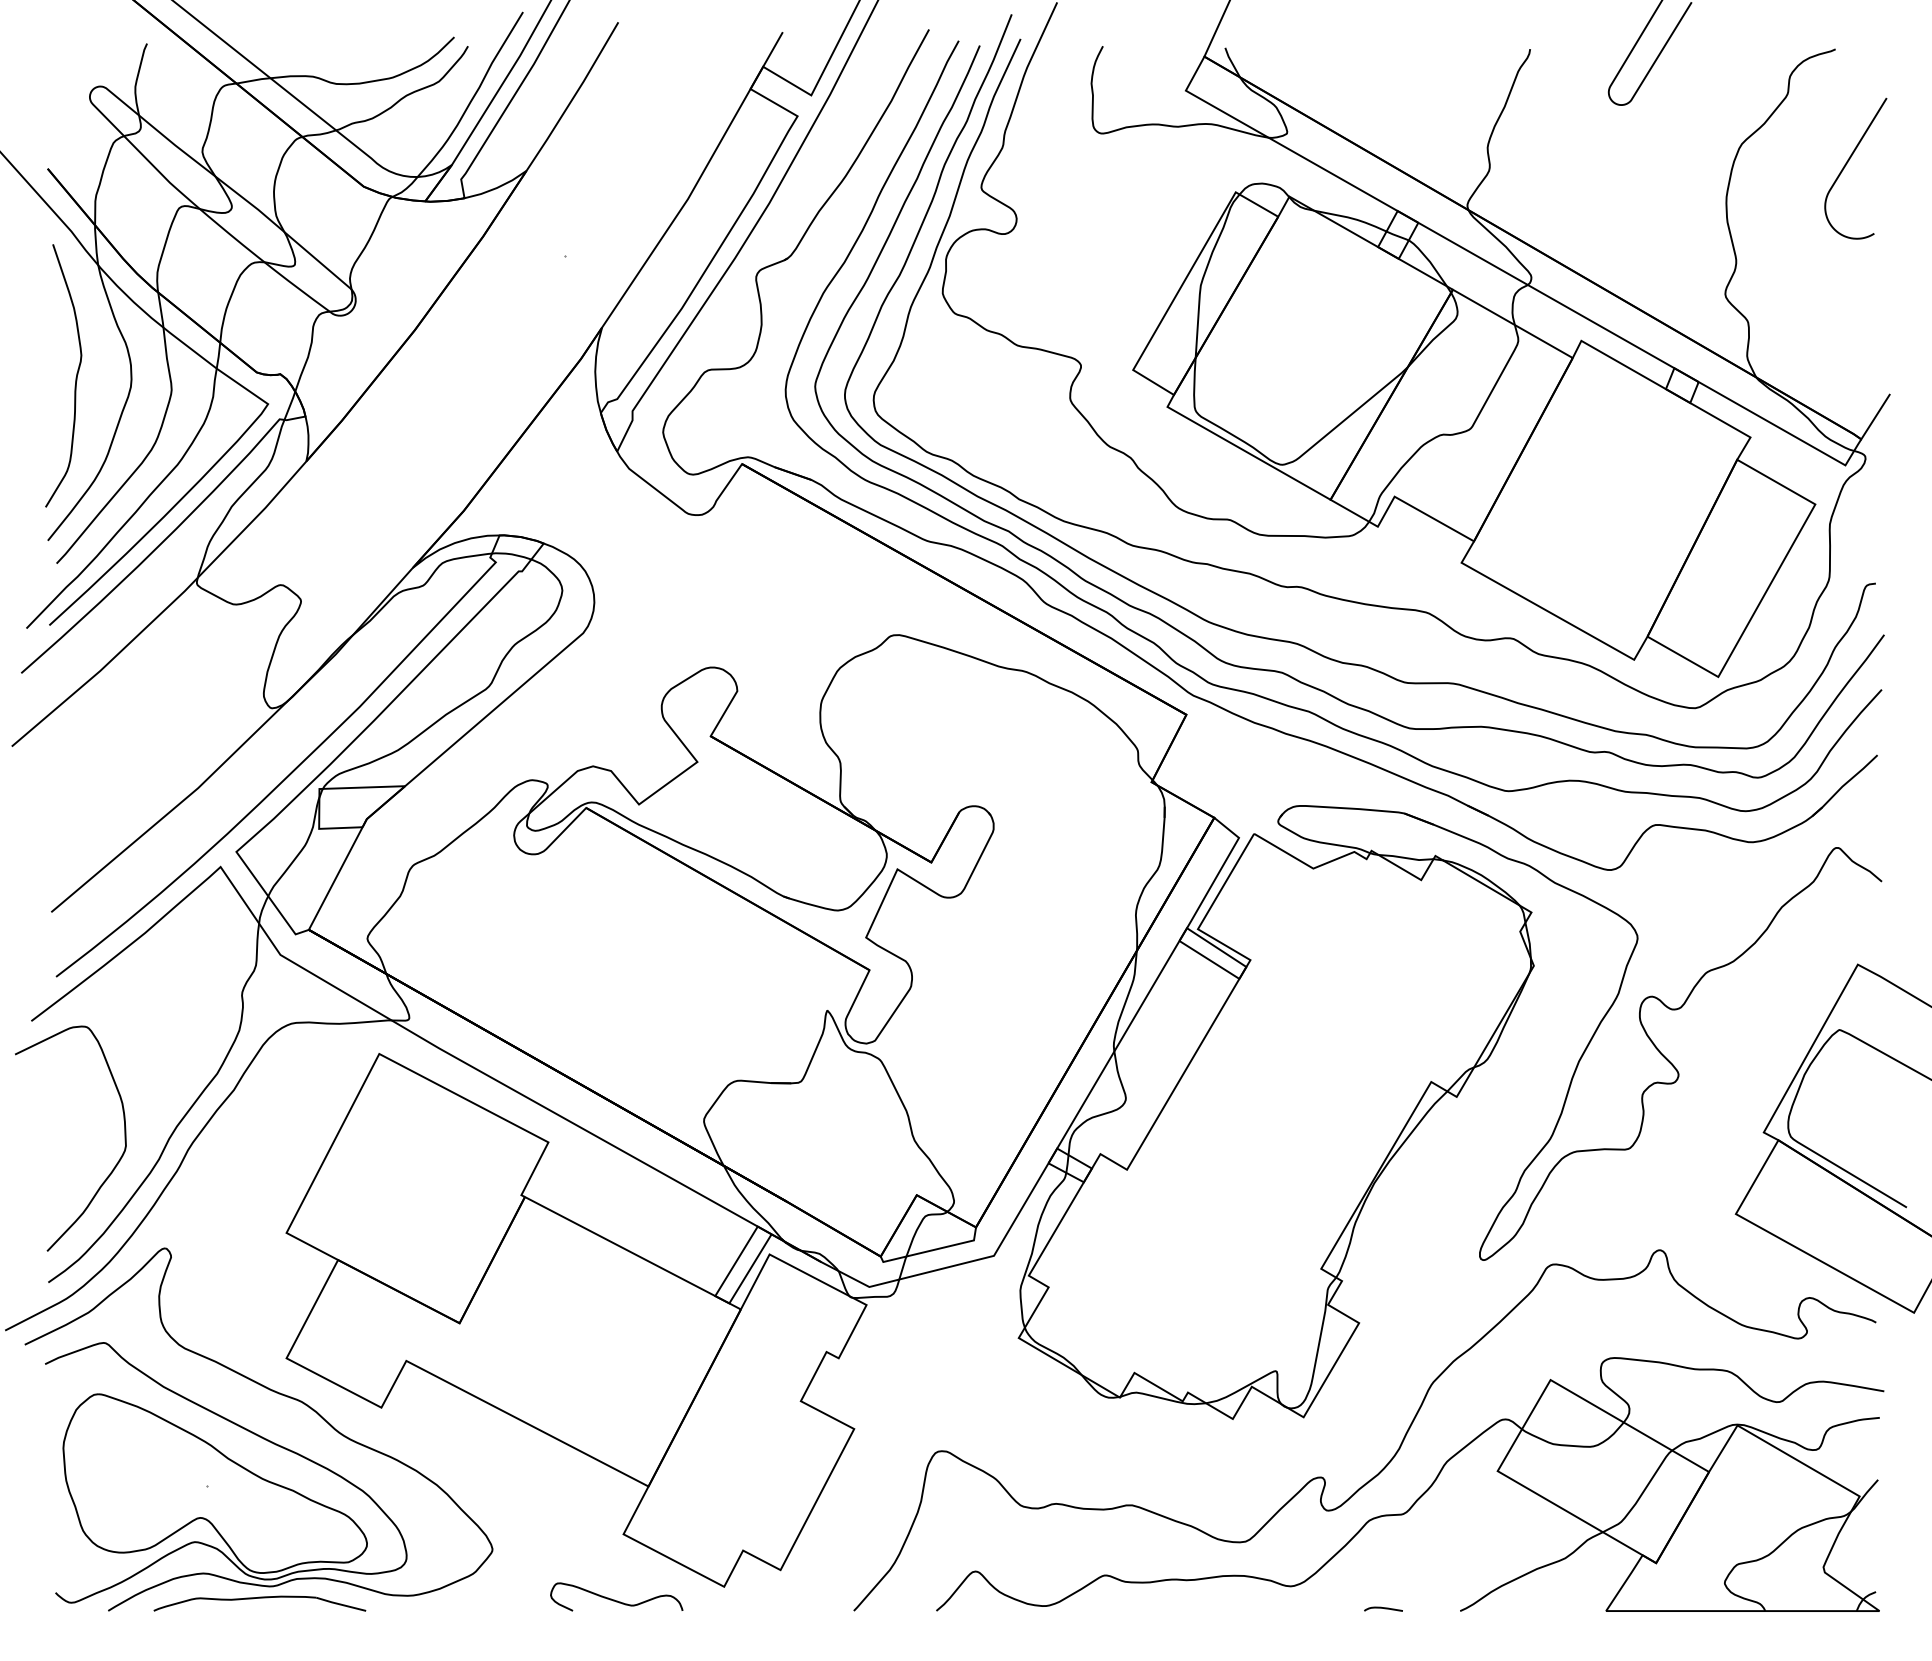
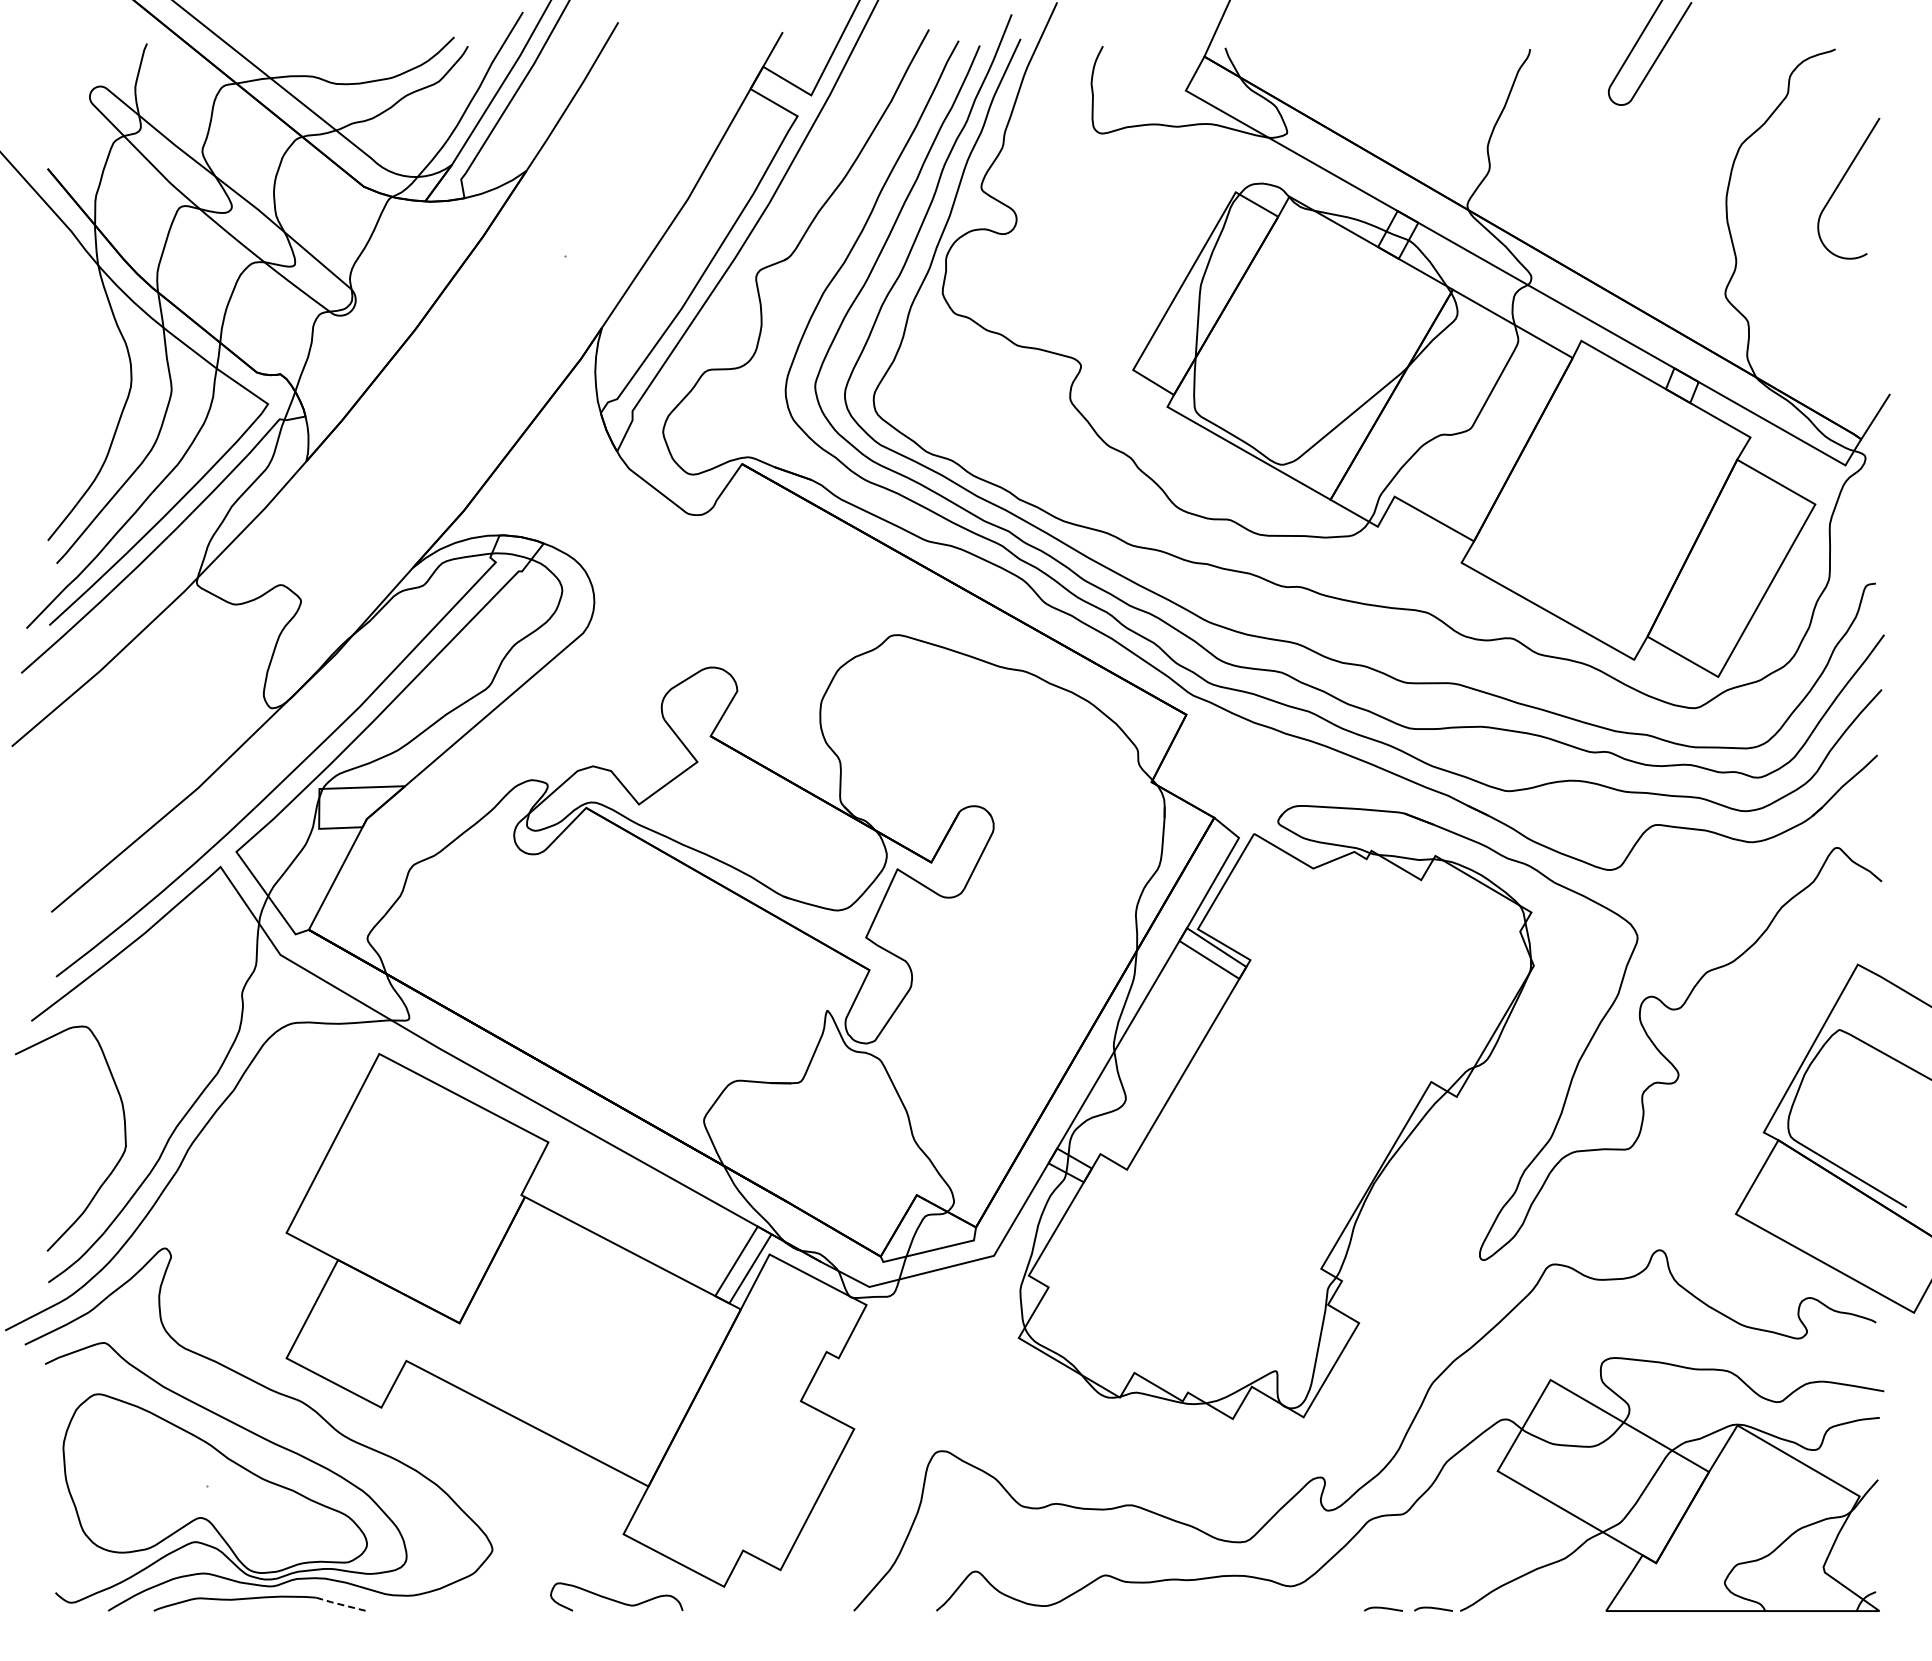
curve at (1848, 162) position: (1848, 162) -> (1841, 182)
curve at (75, 377): present -> none
line at (340, 1604): solid -> dashed
curve at (1433, 1608): none -> present
